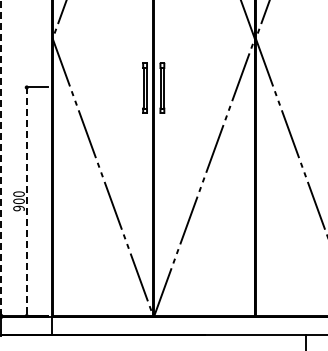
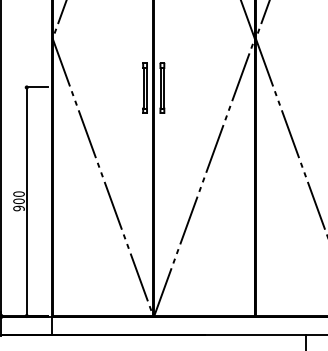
line at (1, 158): dashed -> solid
line at (26, 202): dashed -> solid
